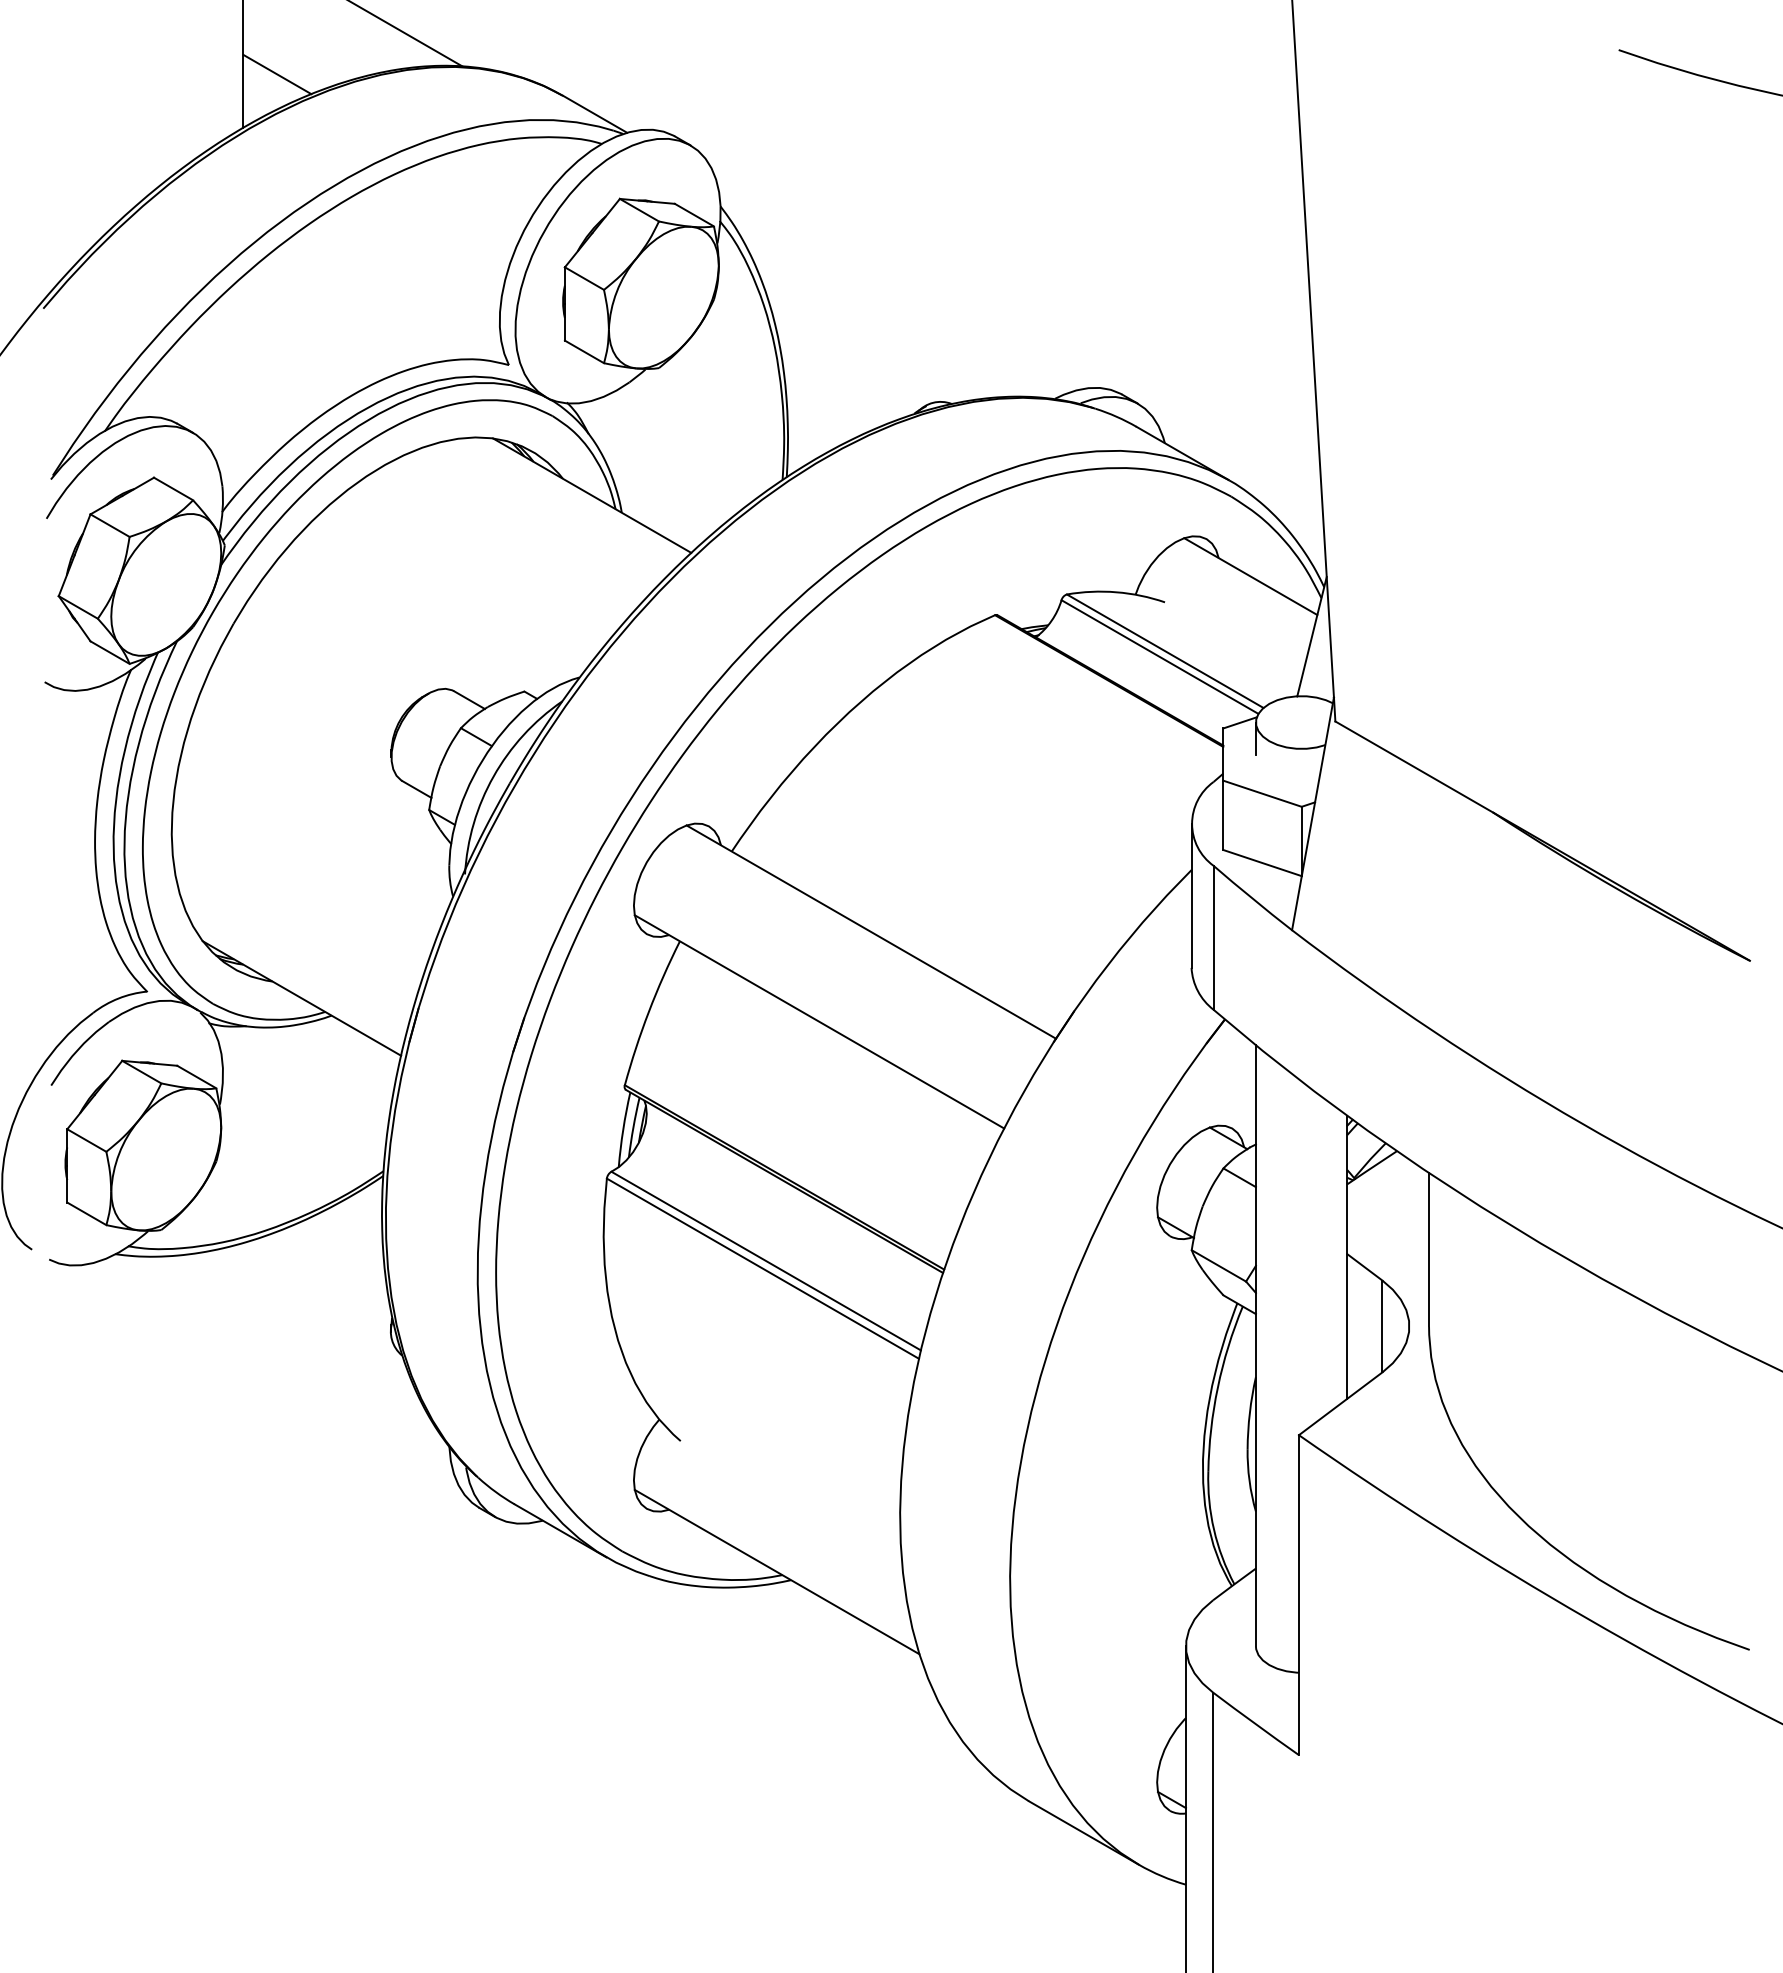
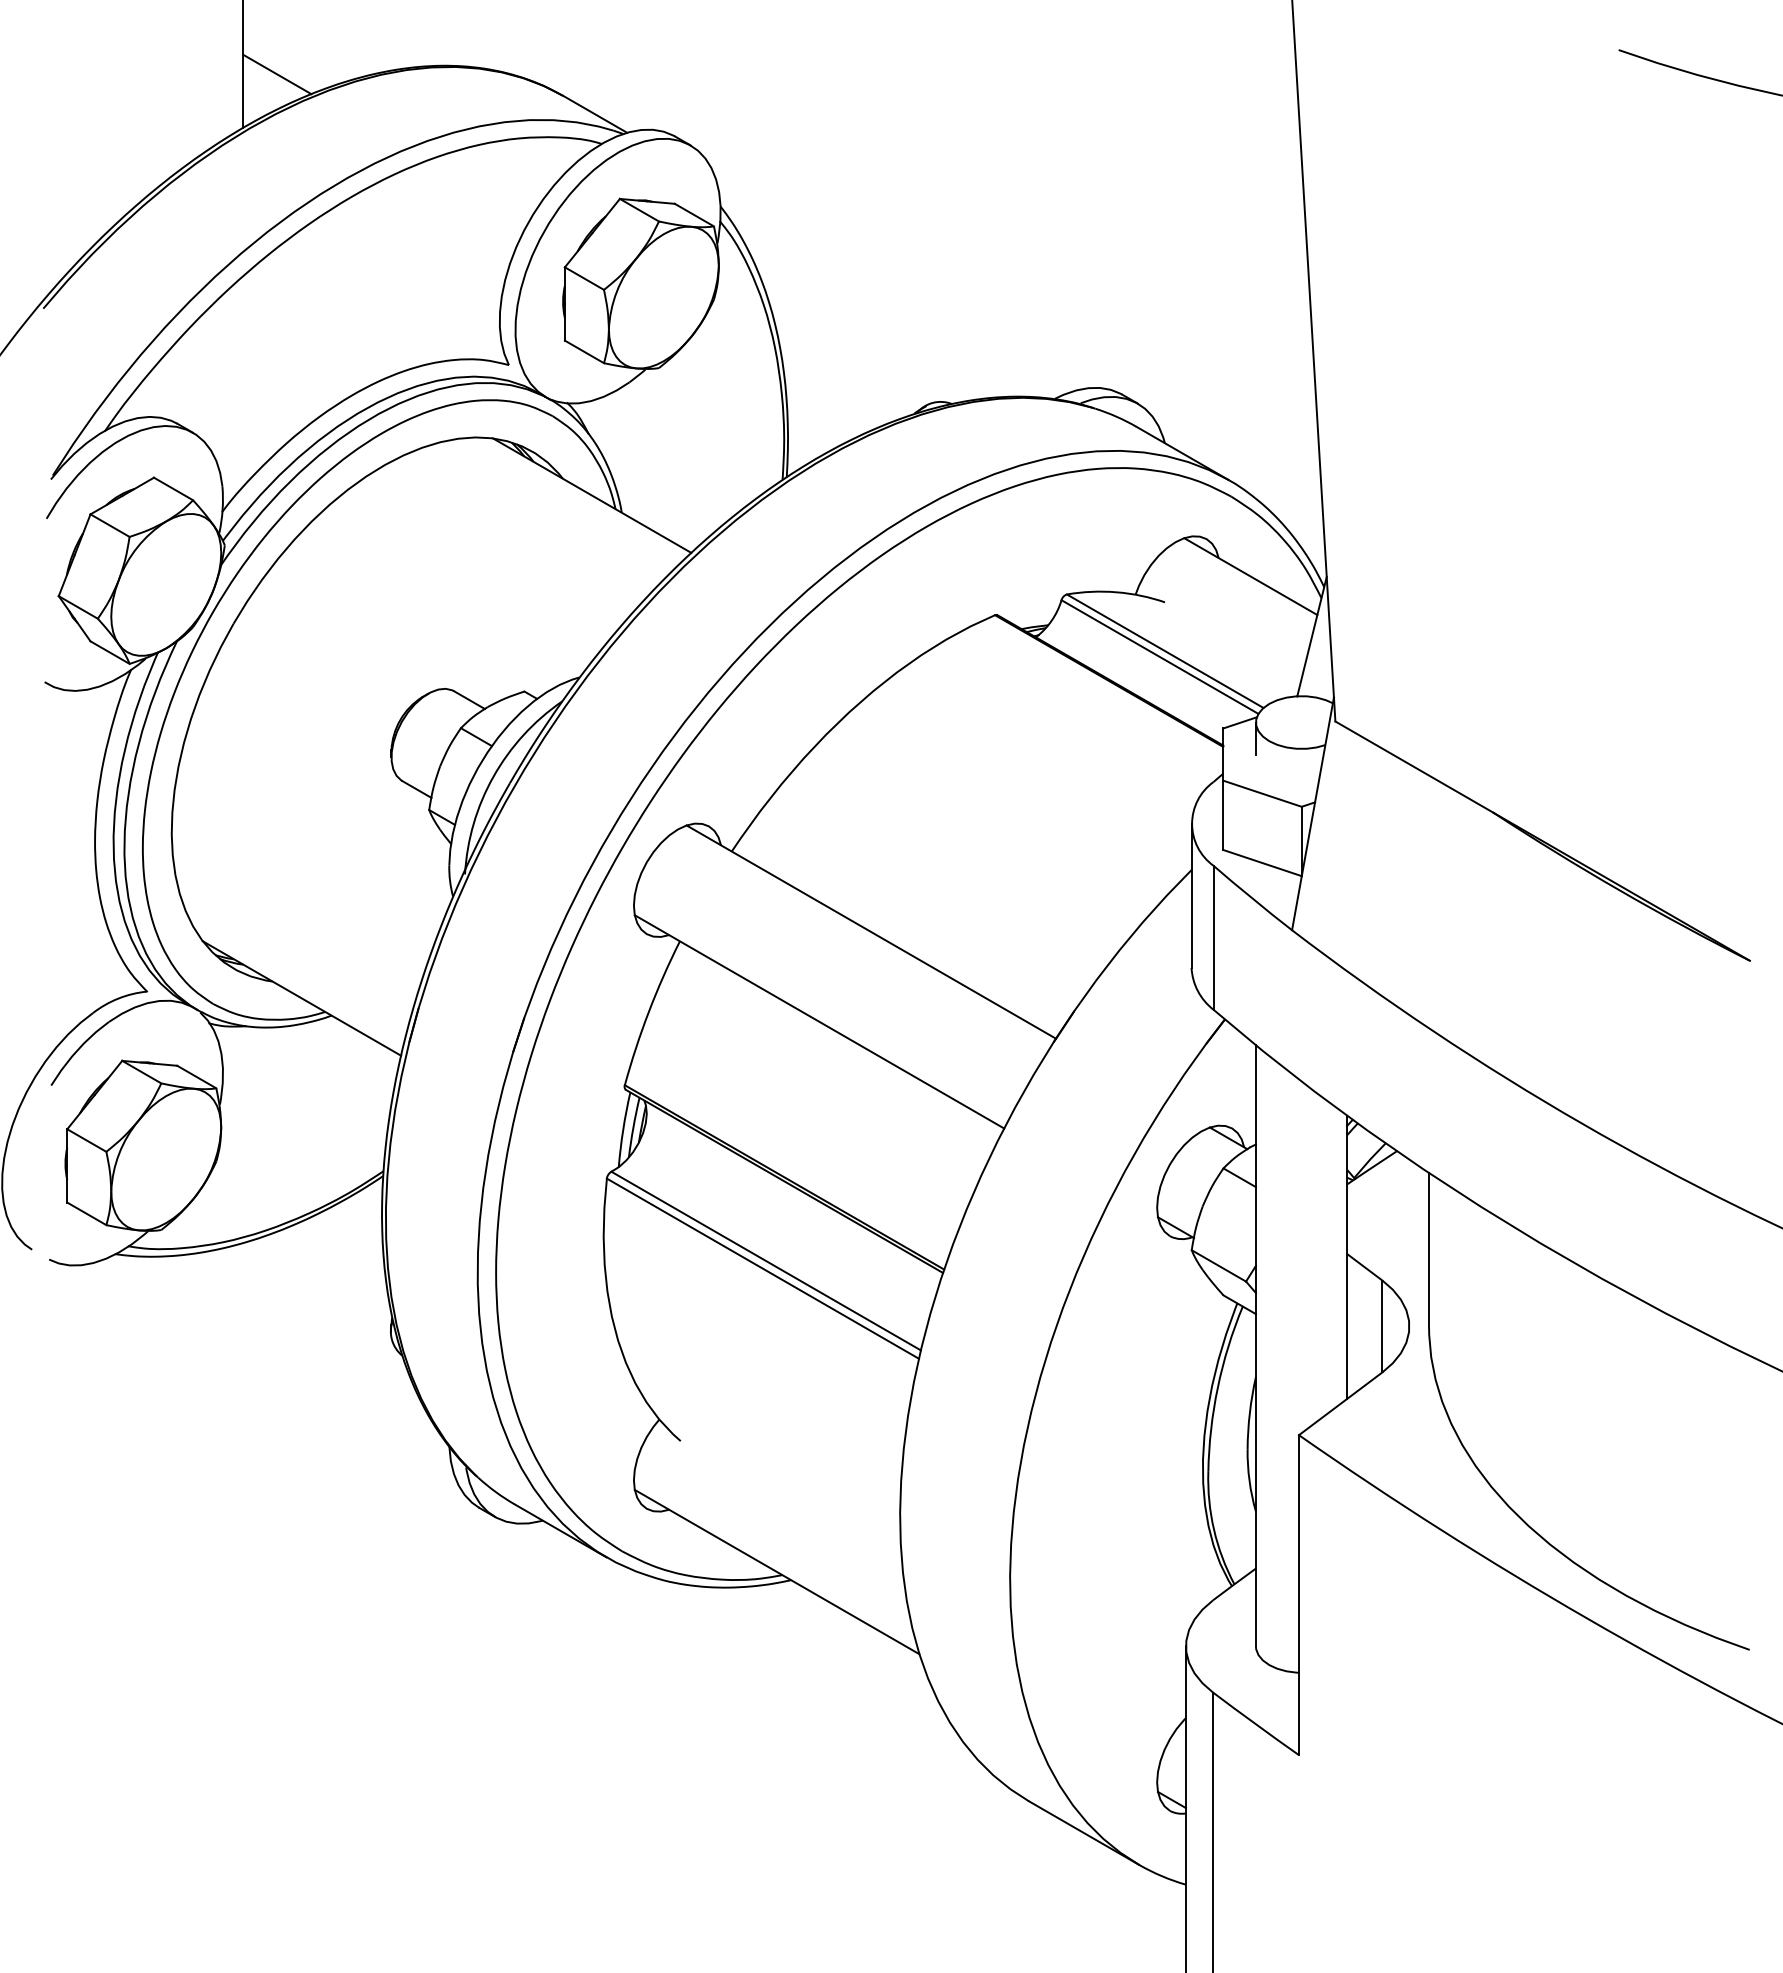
line at (406, 34): present -> none
